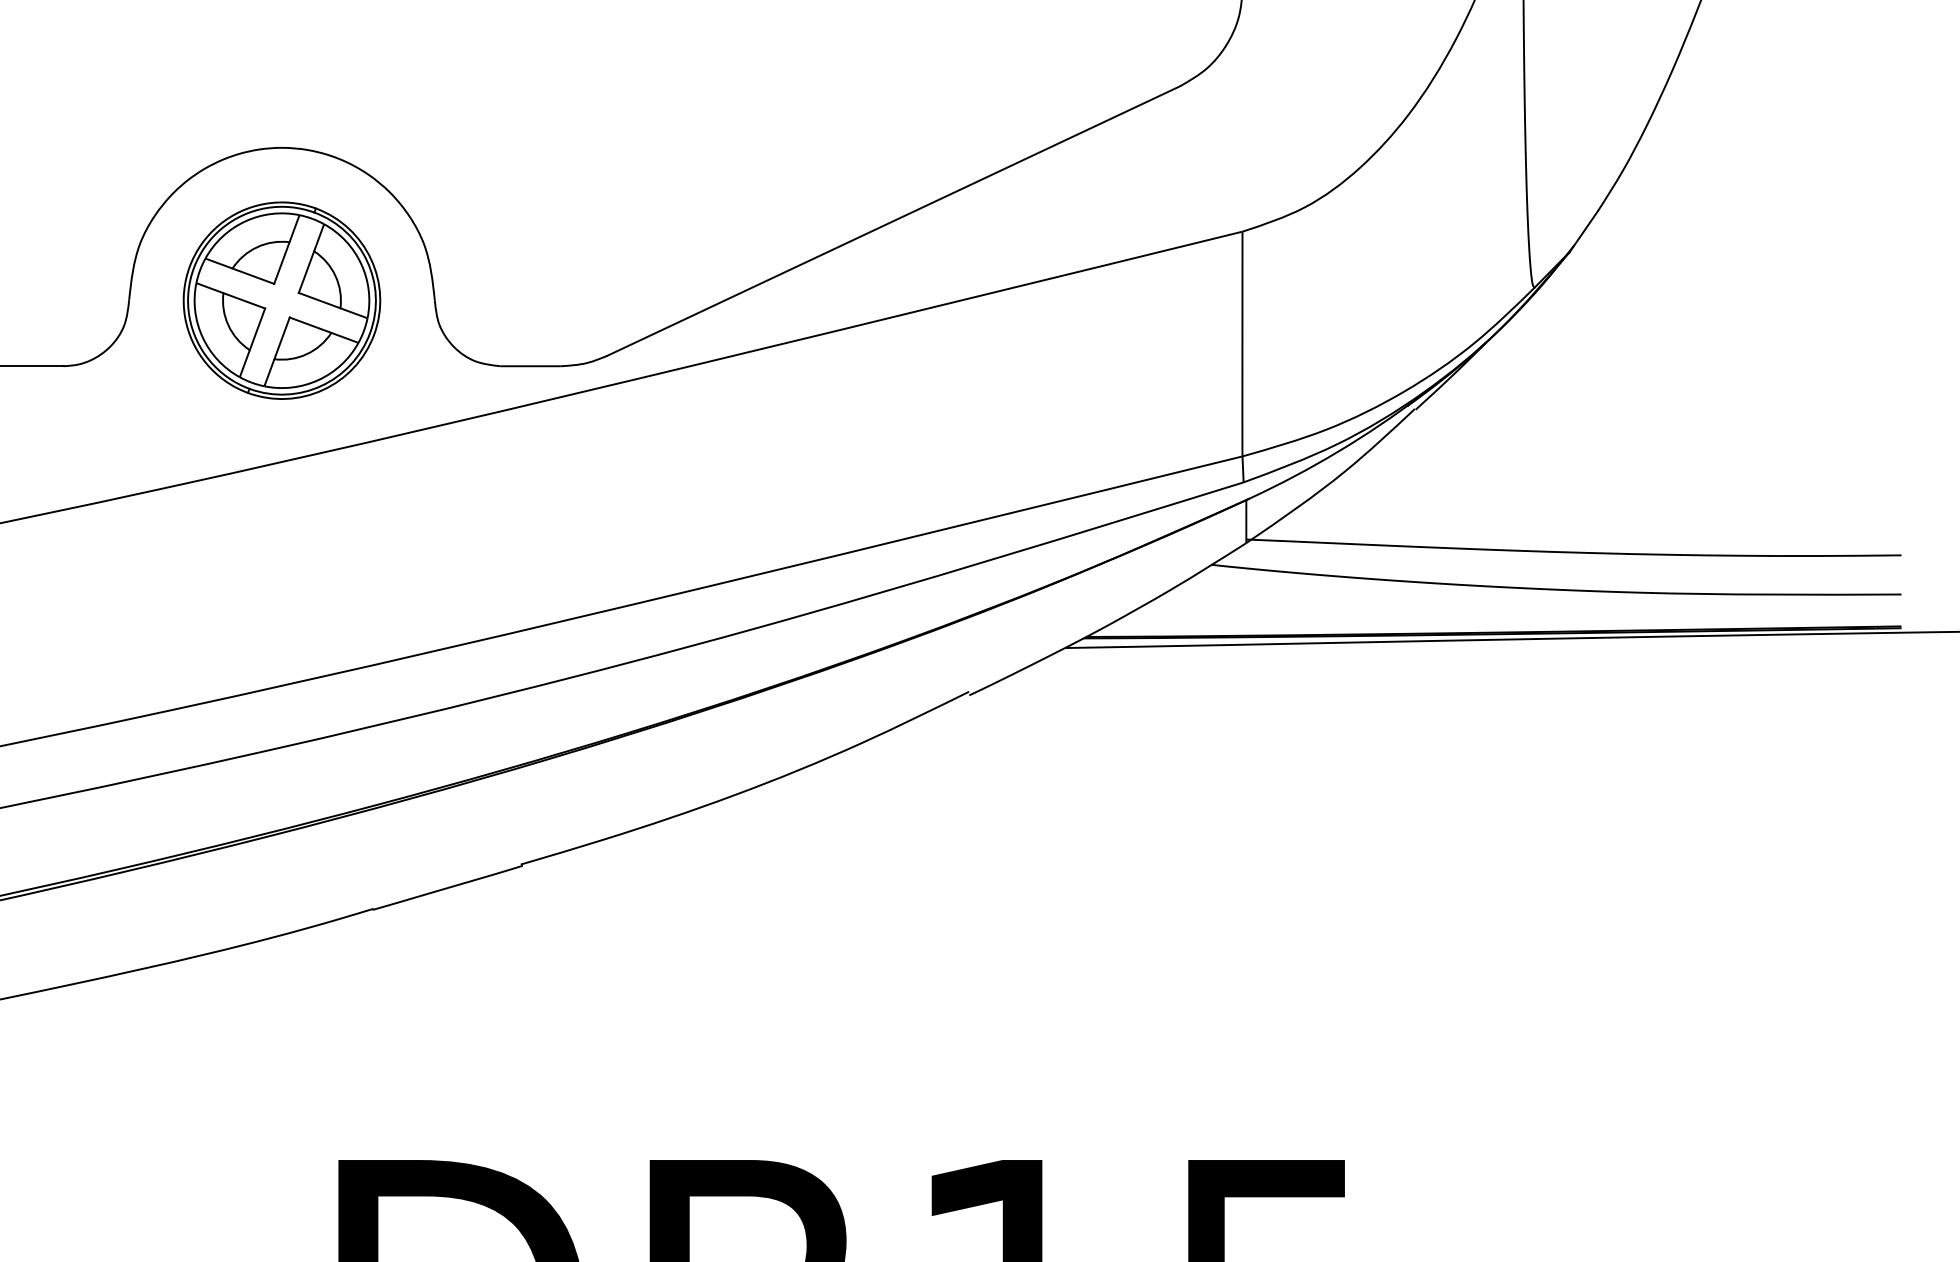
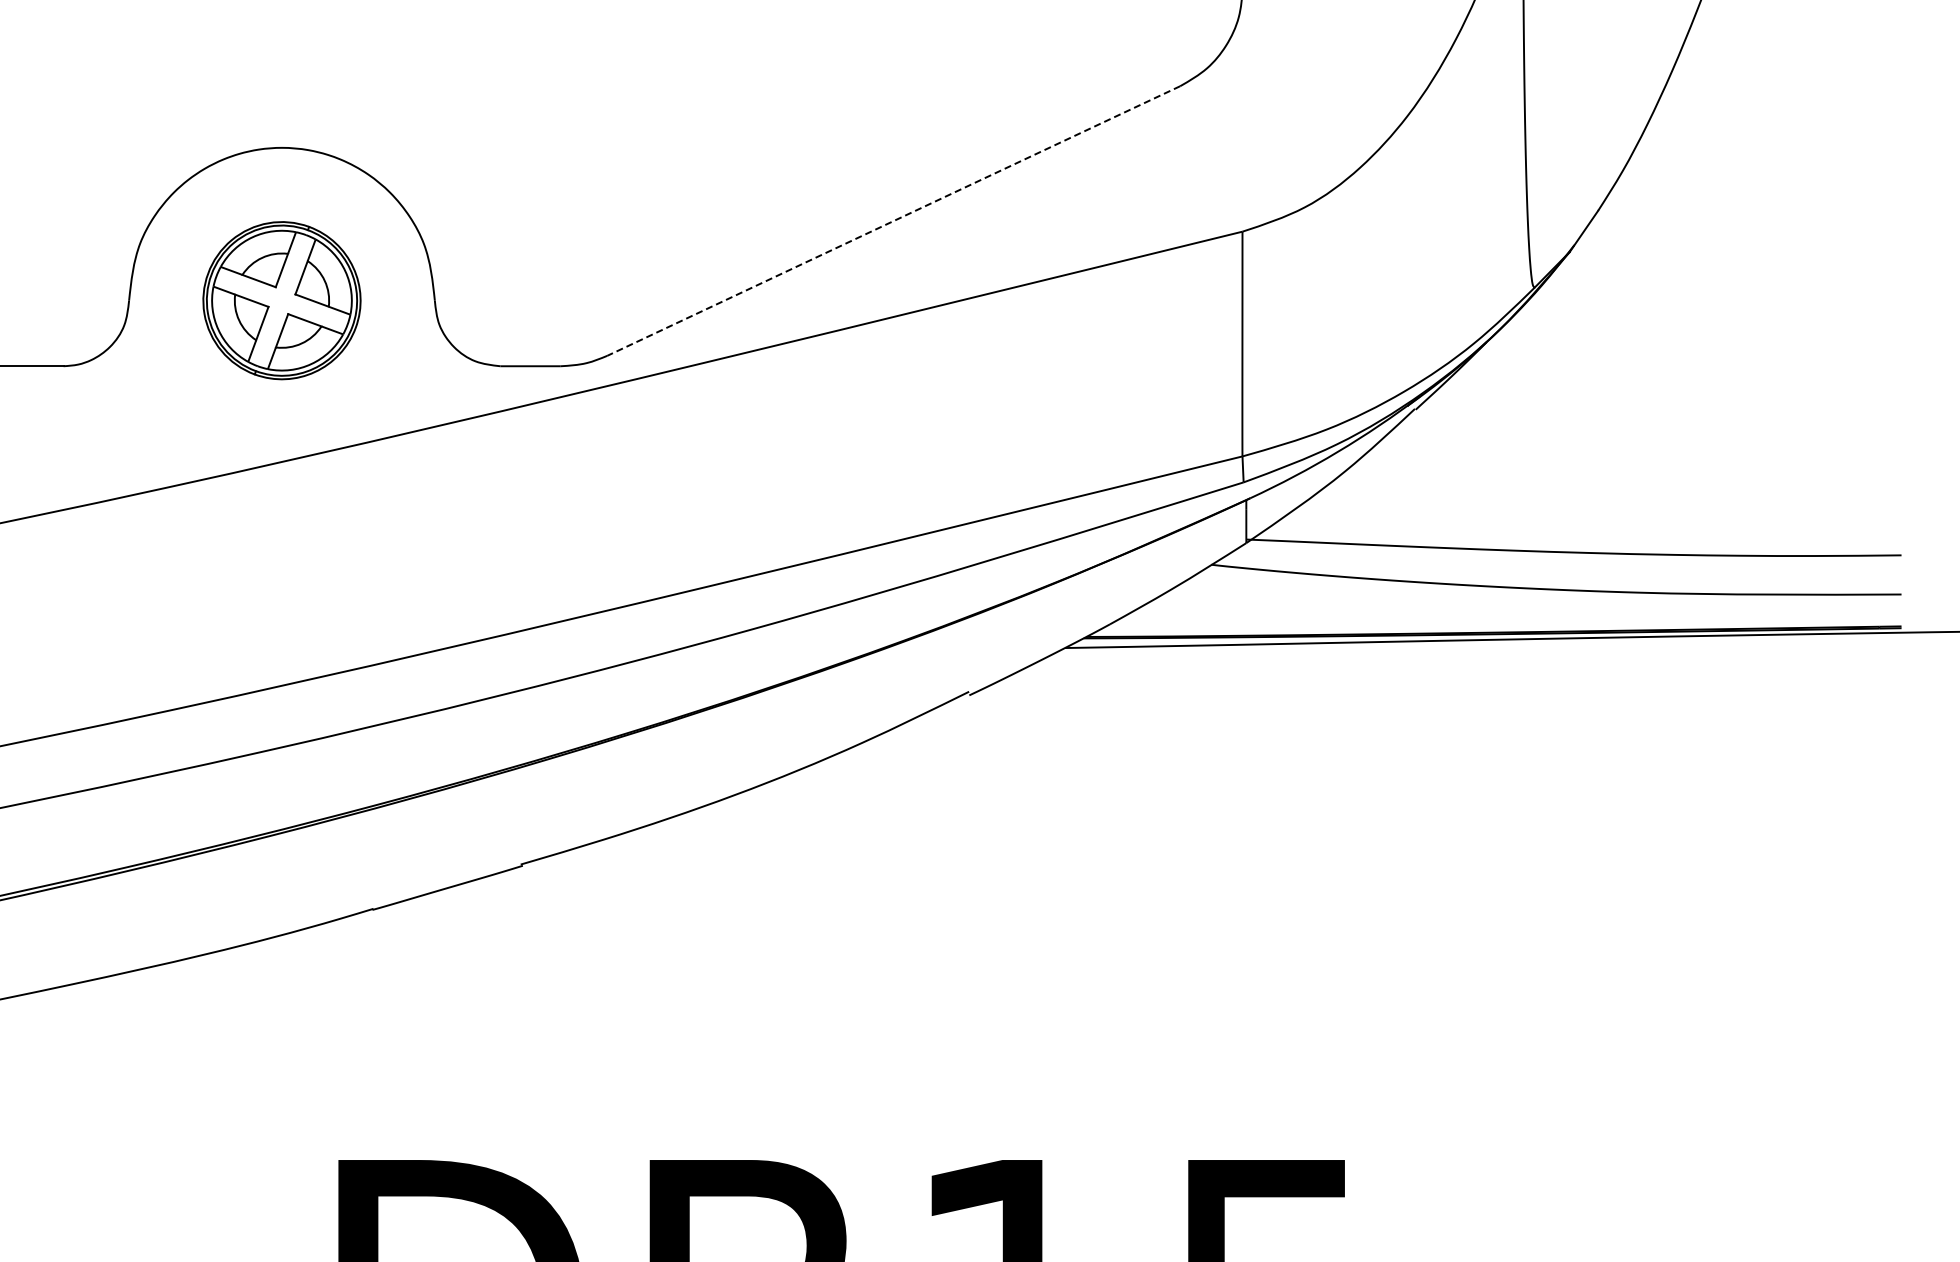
line at (893, 221): solid -> dashed
part at (281, 300) size: 200x199 px -> 160x160 px
